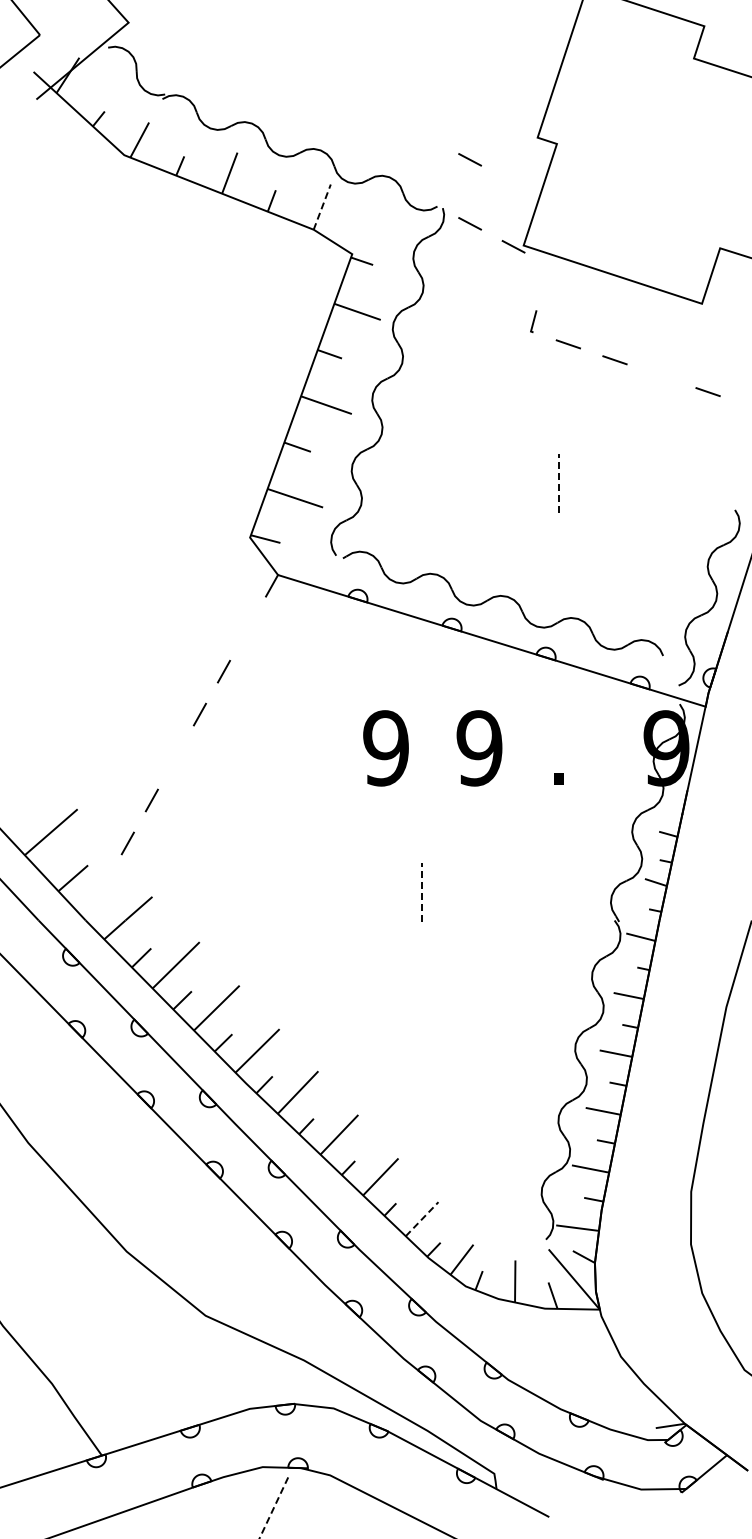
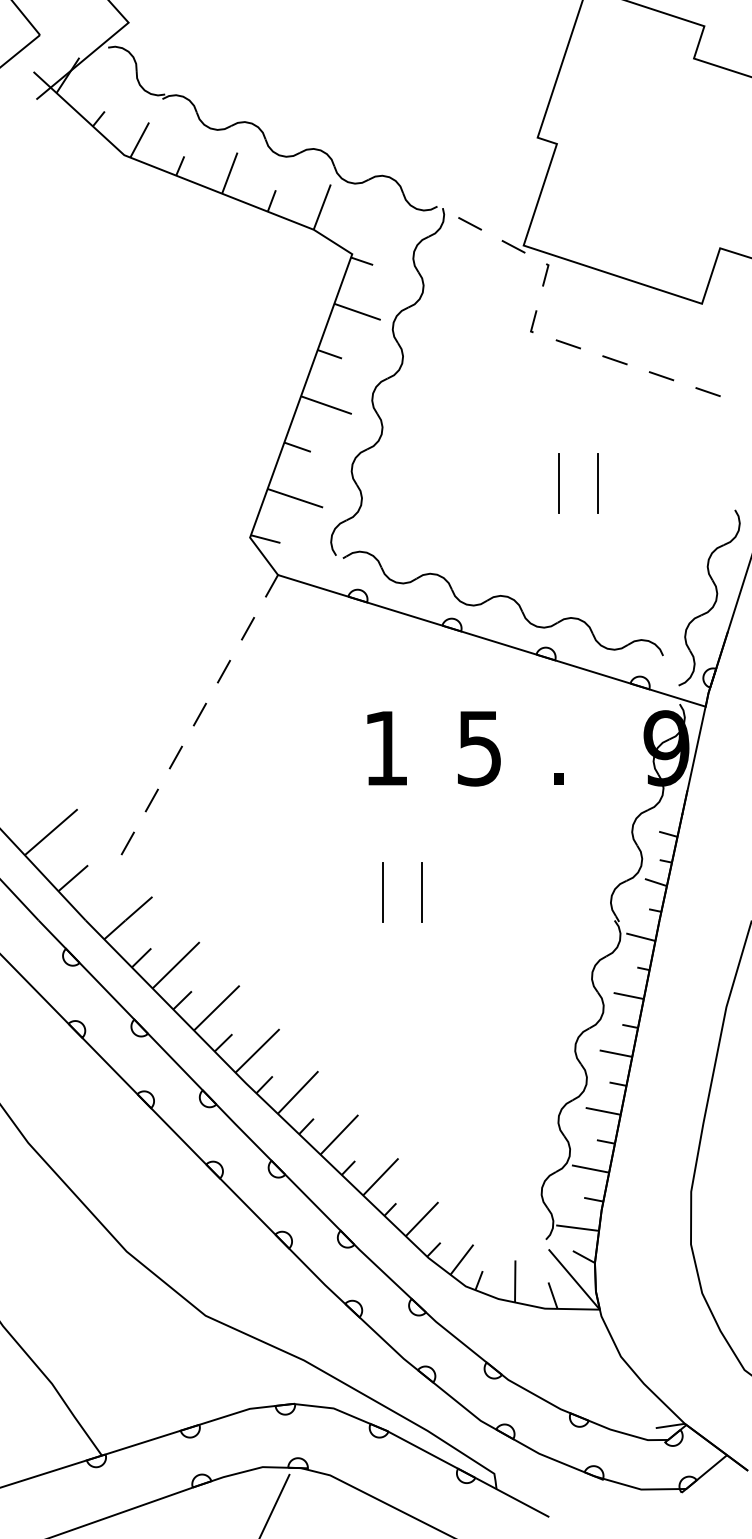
line at (469, 159): present -> none
line at (322, 206): dashed -> solid
line at (545, 274): none -> present
line at (661, 376): none -> present
line at (597, 482): none -> present
line at (558, 483): dashed -> solid
line at (248, 628): none -> present
text at (385, 748): 9 -> 1
text at (479, 748): 9 -> 5
line at (175, 757): none -> present
line at (382, 892): none -> present
line at (421, 892): dashed -> solid
line at (422, 1219): dashed -> solid
line at (274, 1505): dashed -> solid
